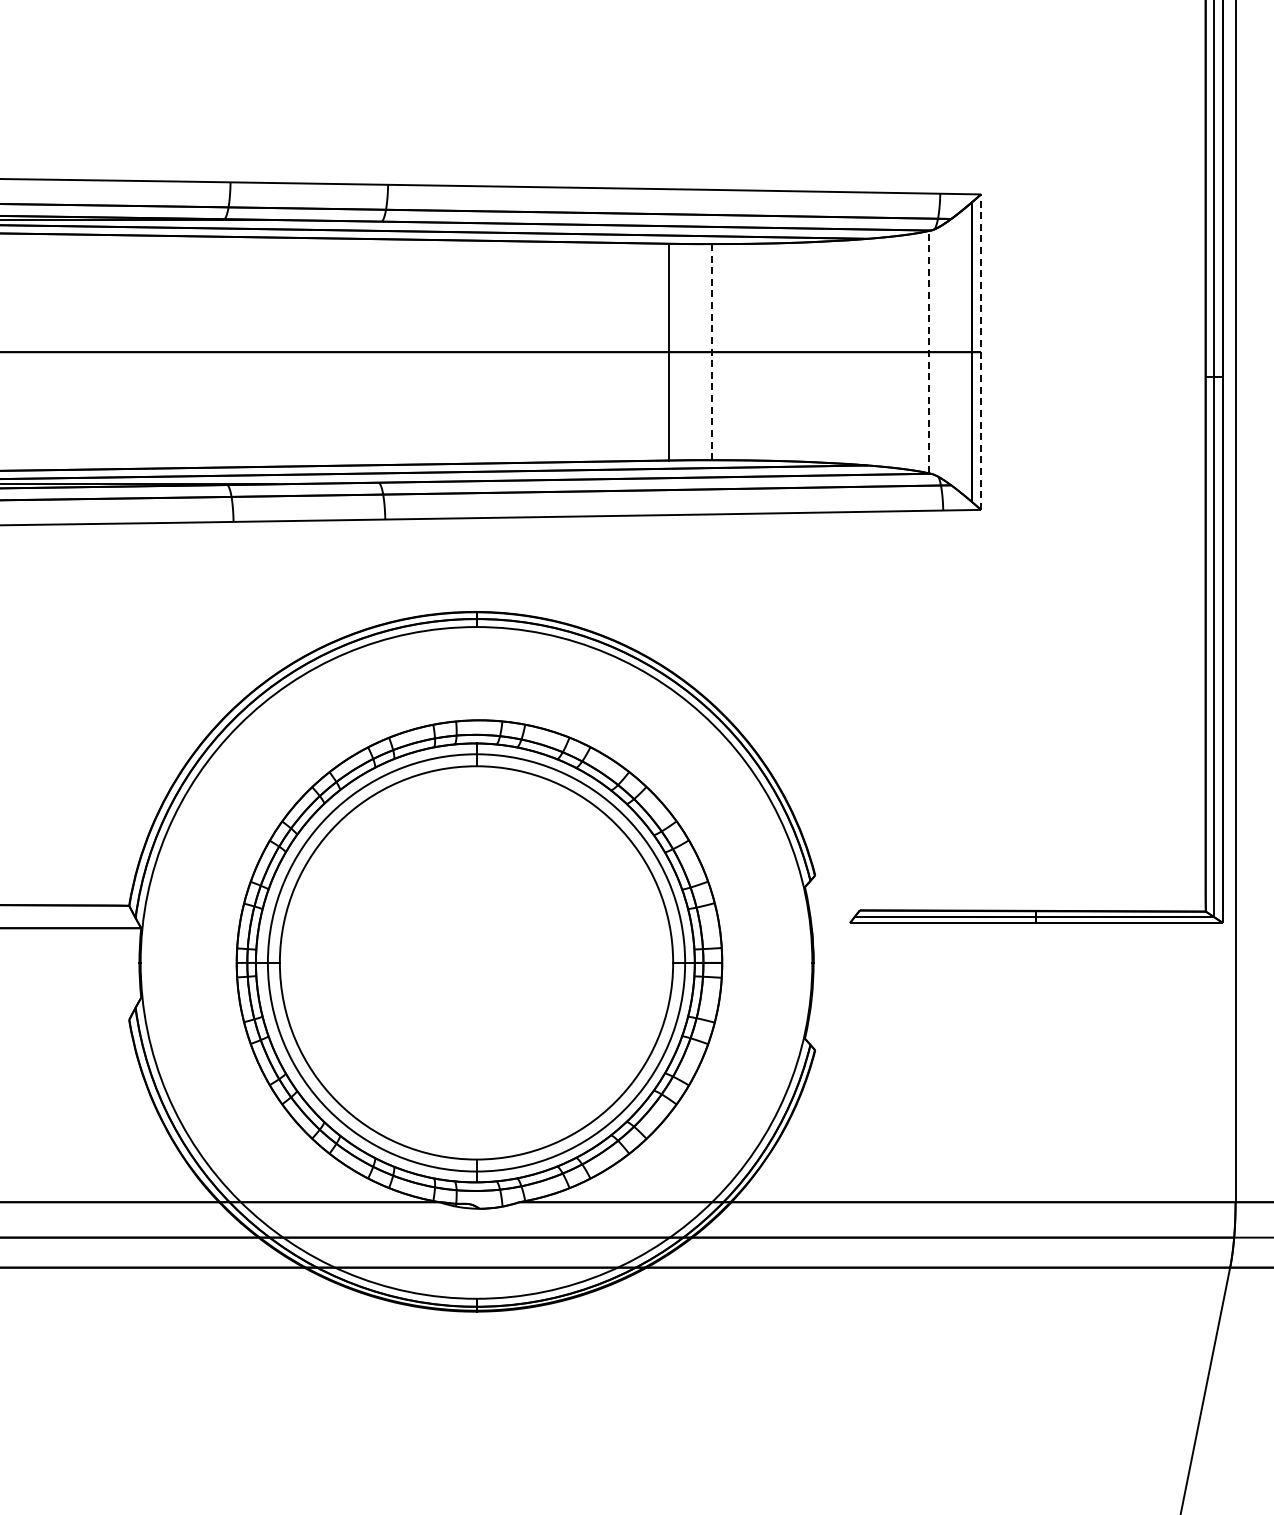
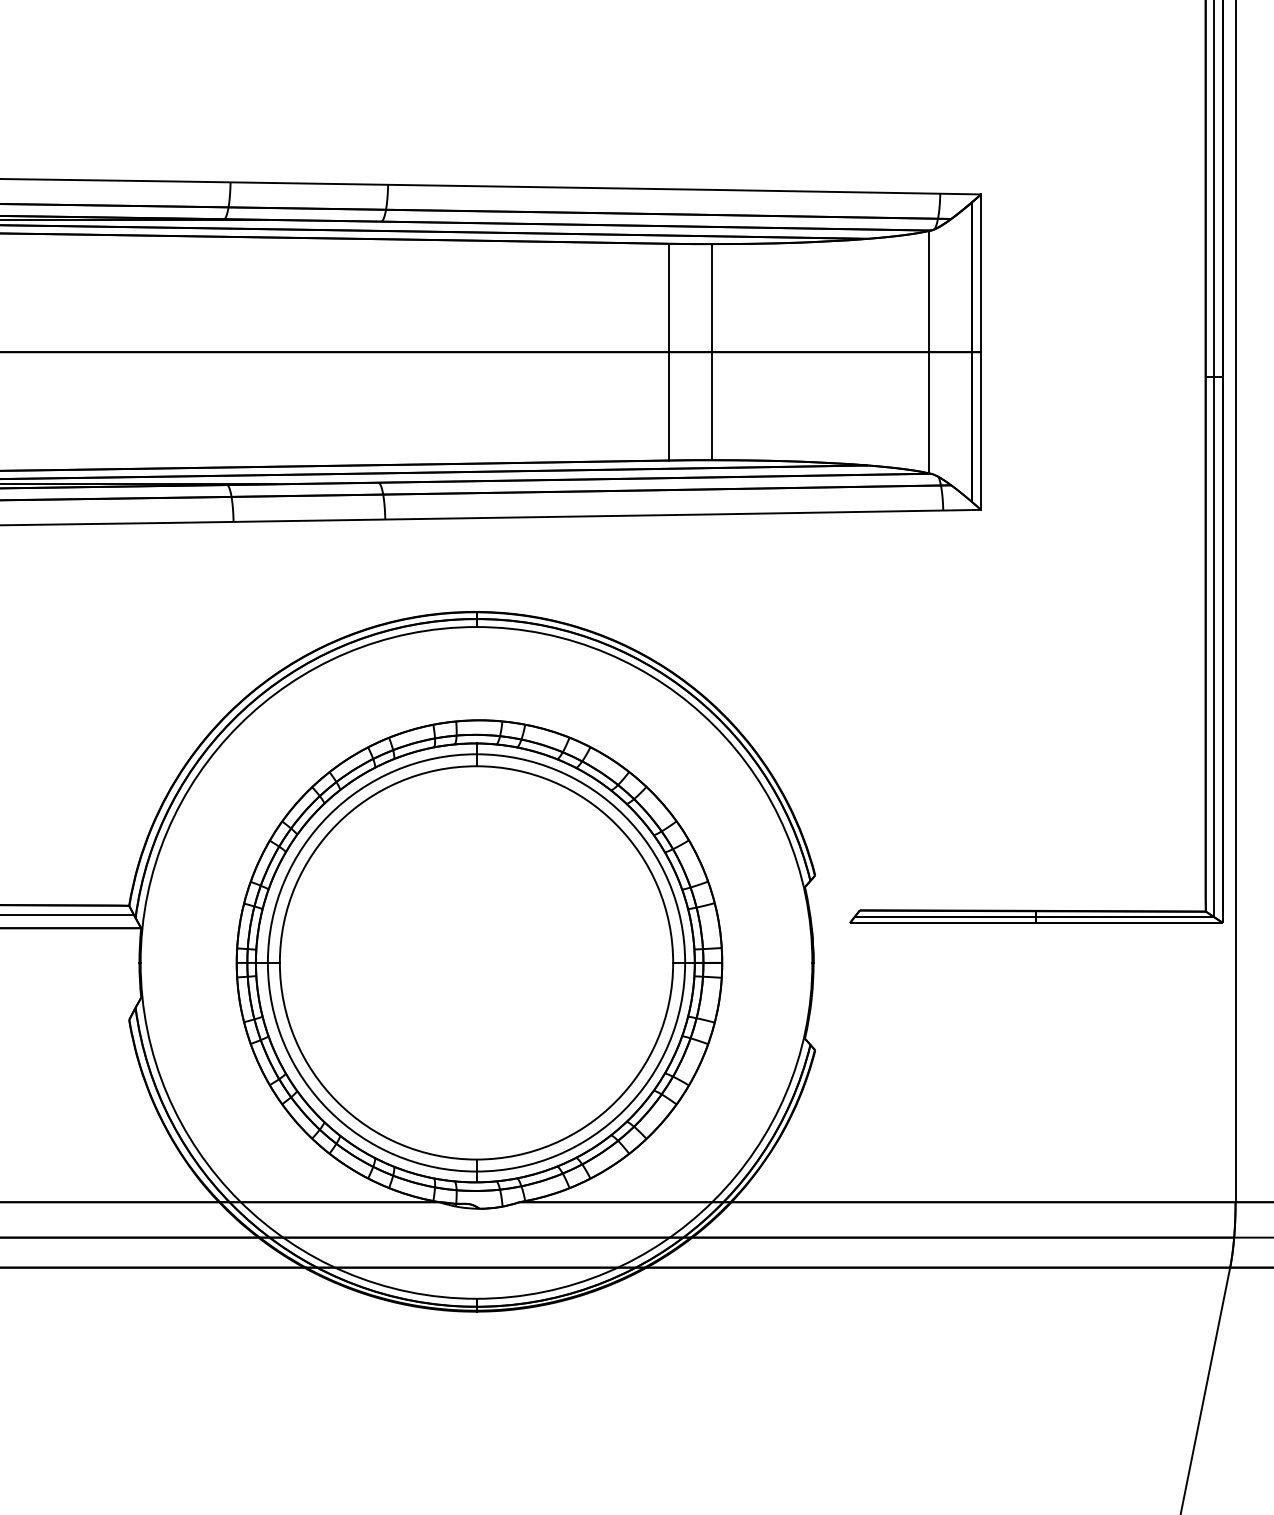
line at (711, 351): dashed -> solid
line at (928, 351): dashed -> solid
line at (981, 352): dashed -> solid
line at (67, 914): none -> present
